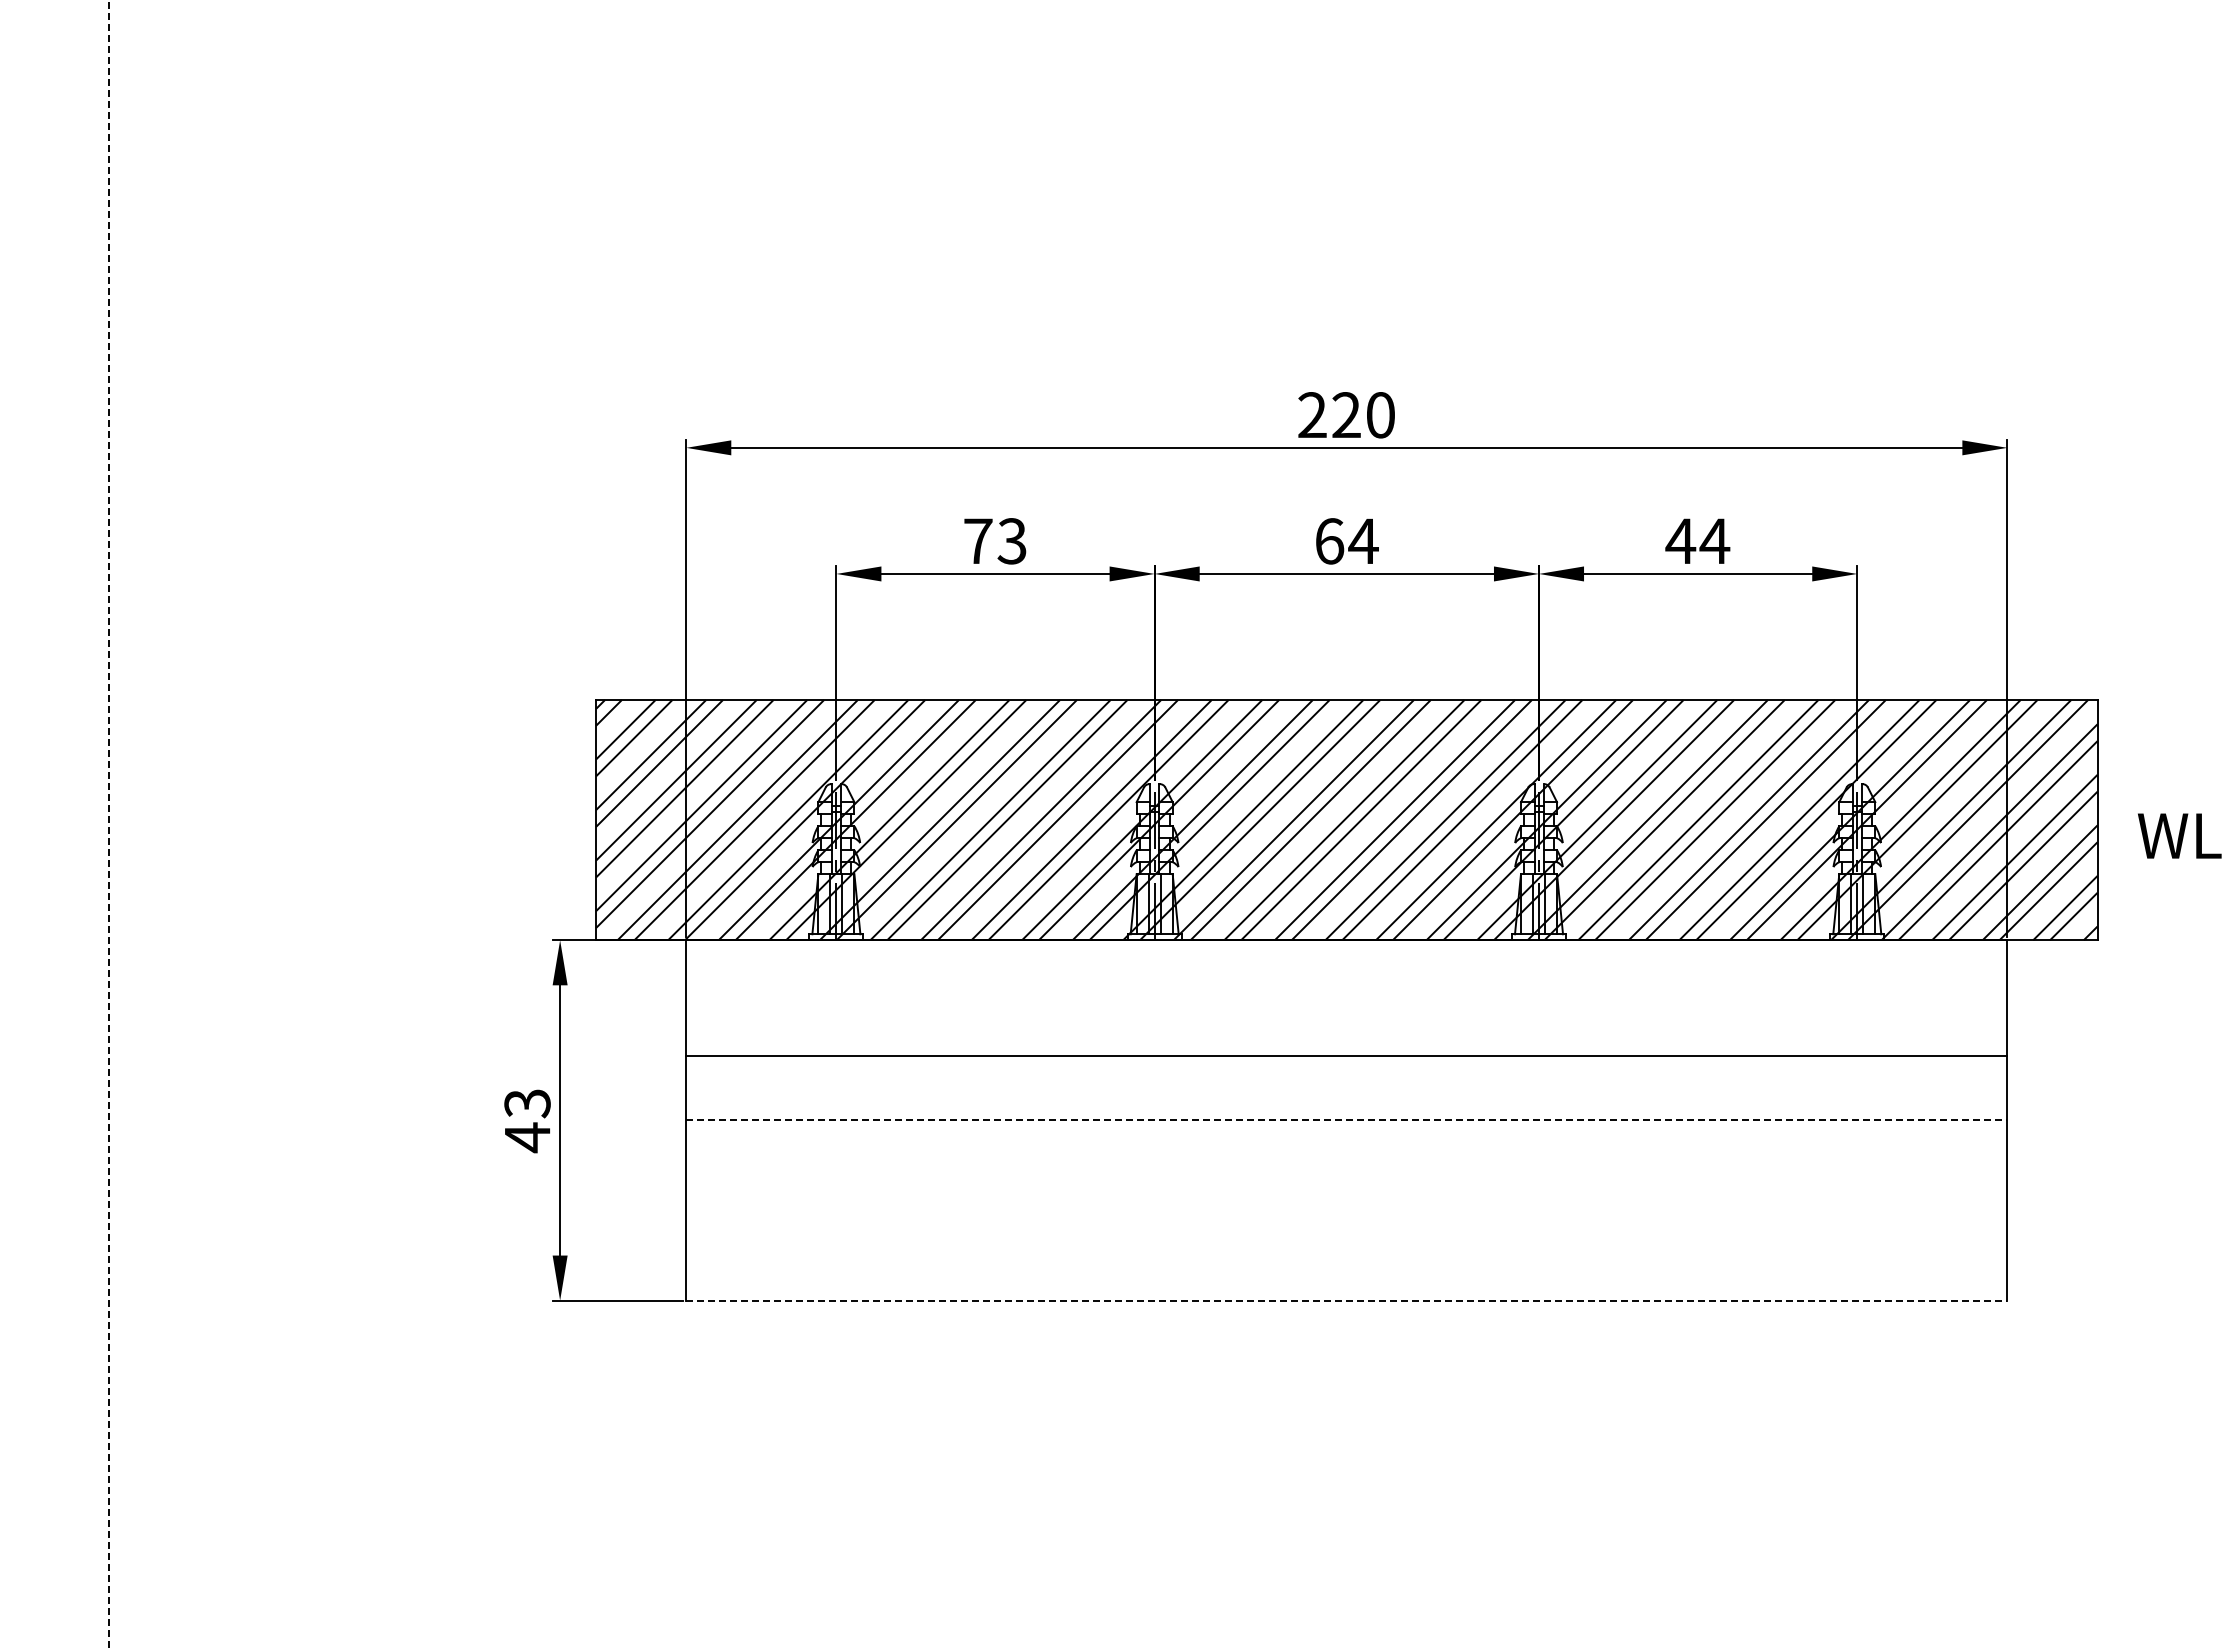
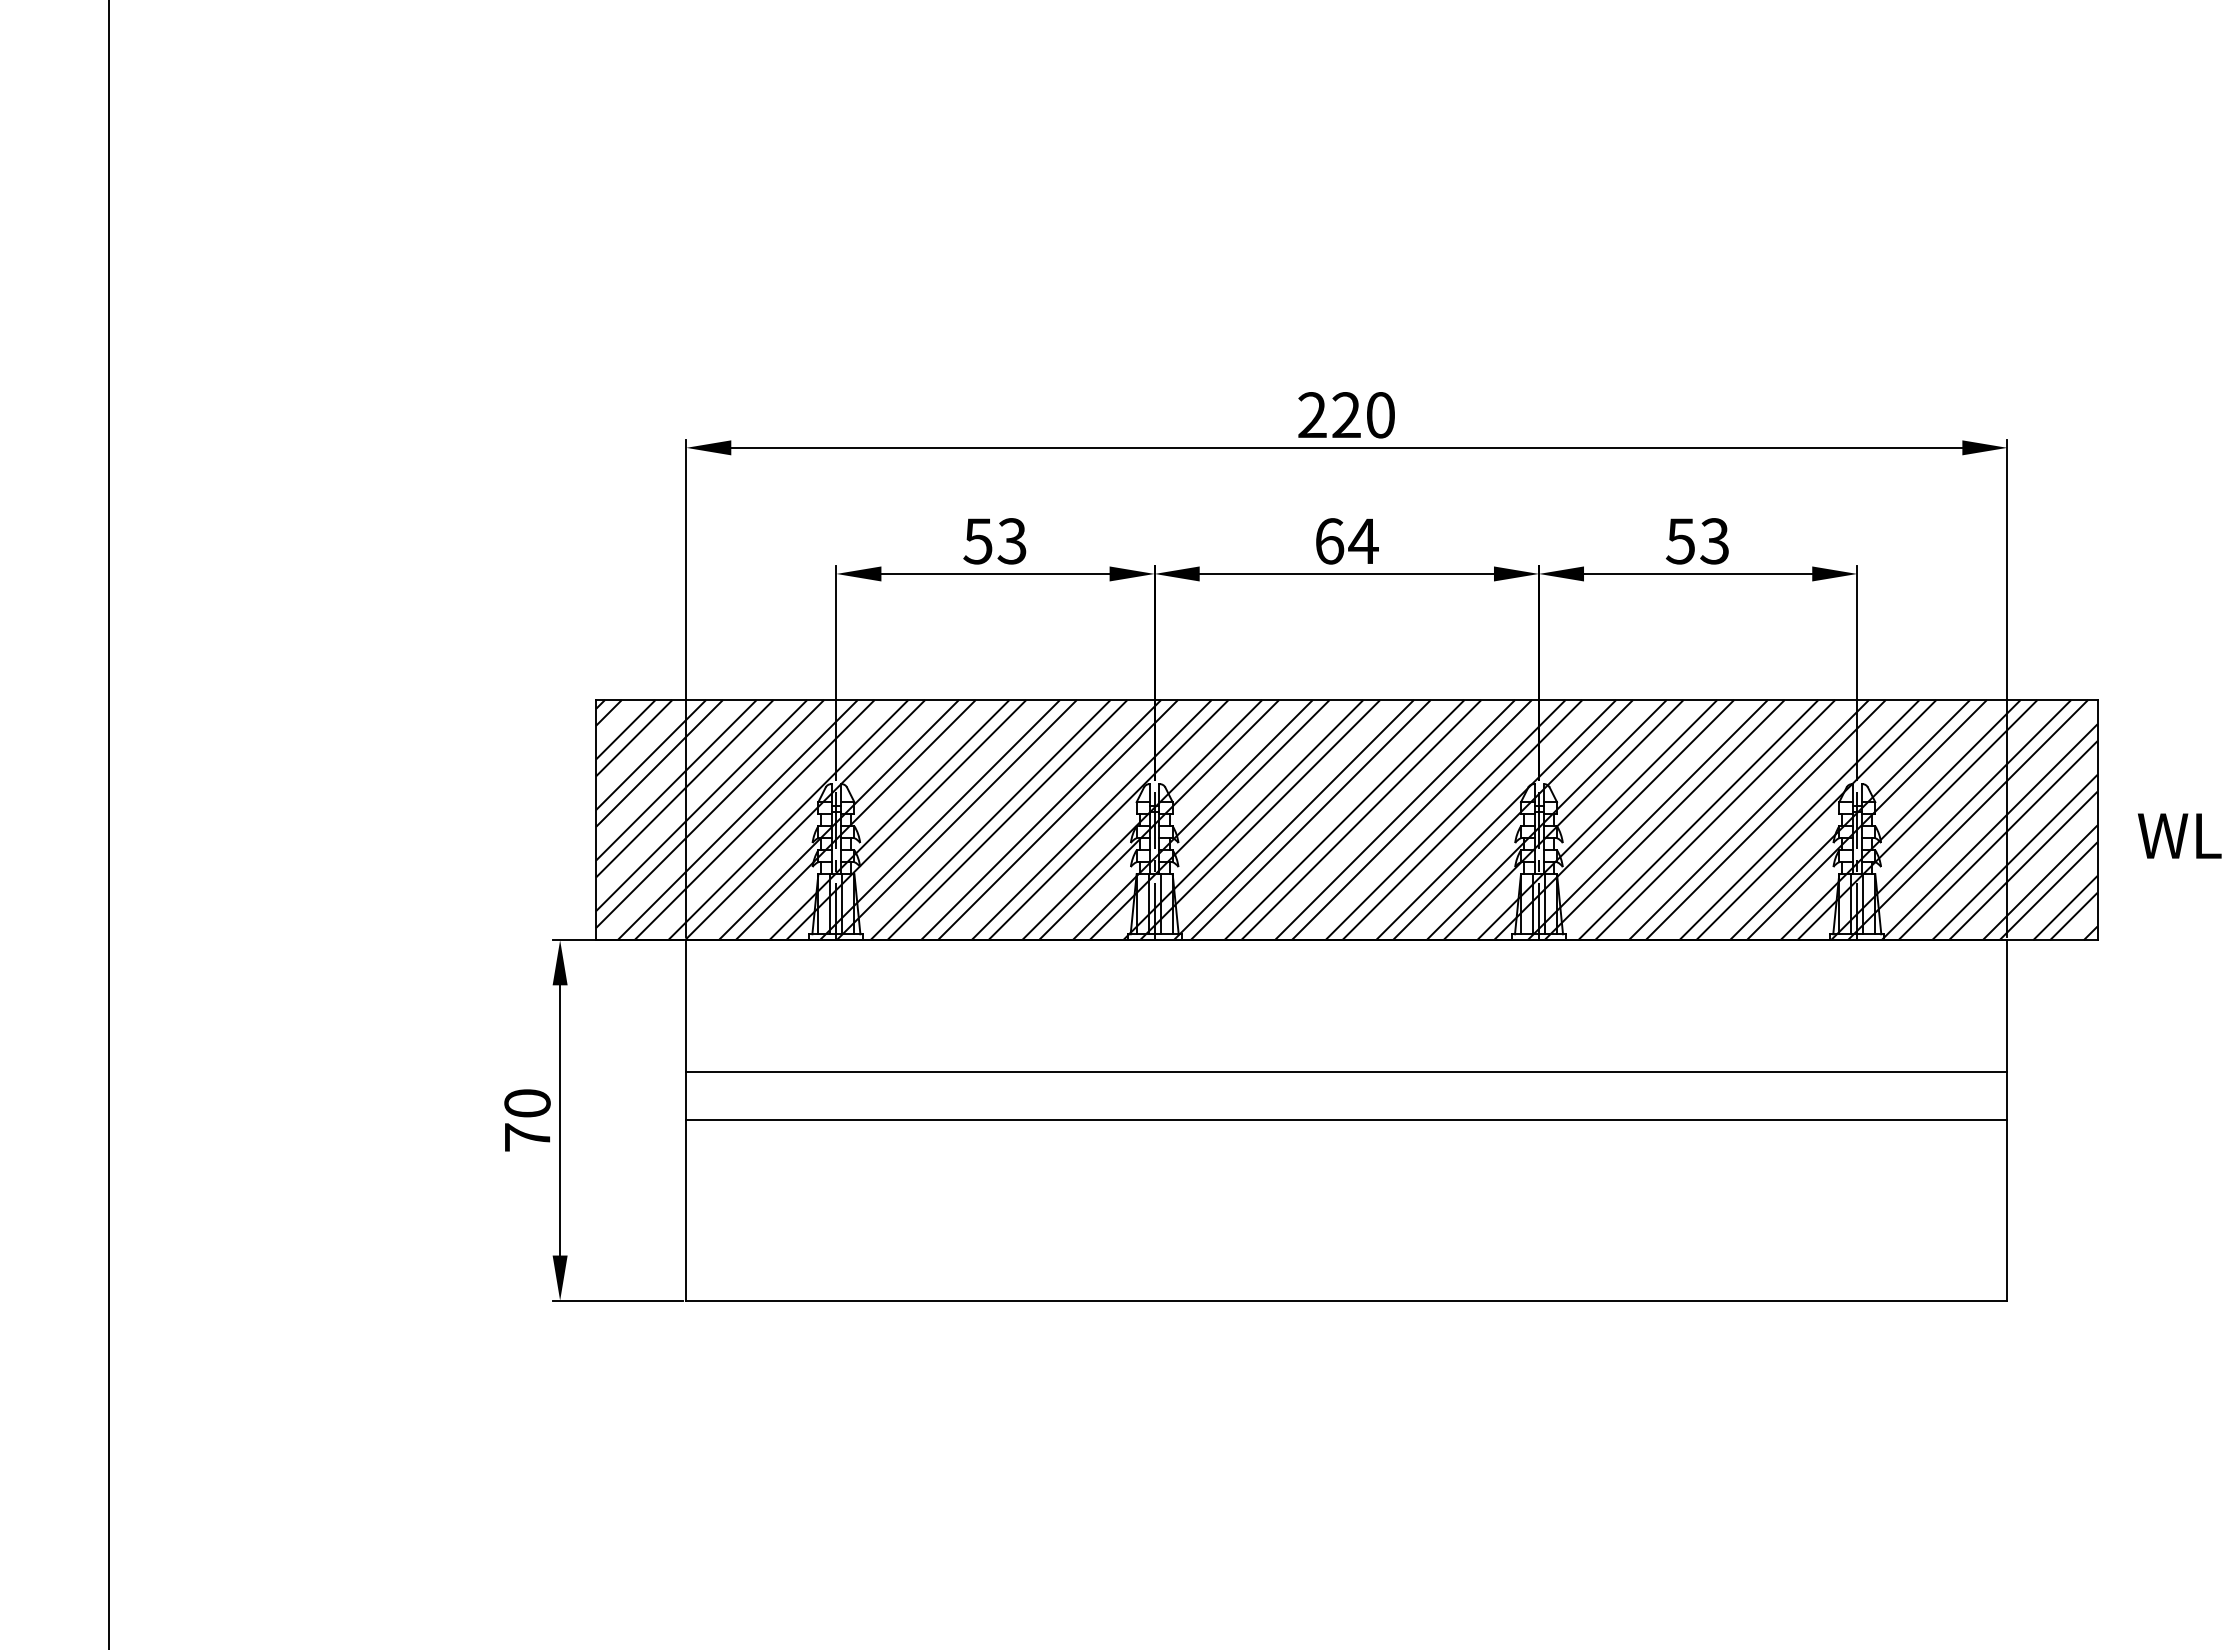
text at (977, 541): 73 -> 53
text at (1697, 541): 44 -> 53
line at (108, 824): dashed -> solid
line at (1346, 1056) position: (1346, 1056) -> (1346, 1072)
line at (1346, 1120): dashed -> solid
text at (527, 1121): 43 -> 70
line at (1346, 1300): dashed -> solid
